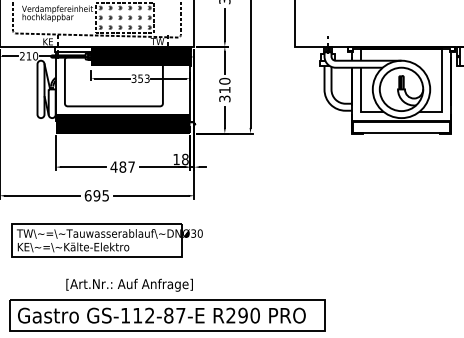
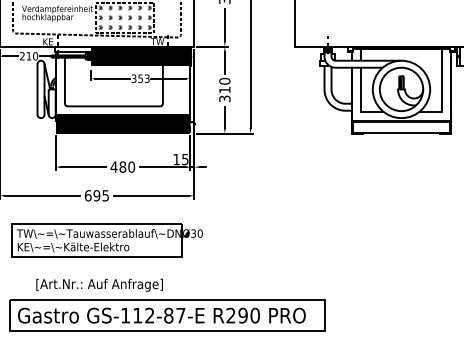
text at (185, 159): 18 -> 15
text at (131, 166): 487 -> 480
text at (129, 284) position: (129, 284) -> (99, 284)
